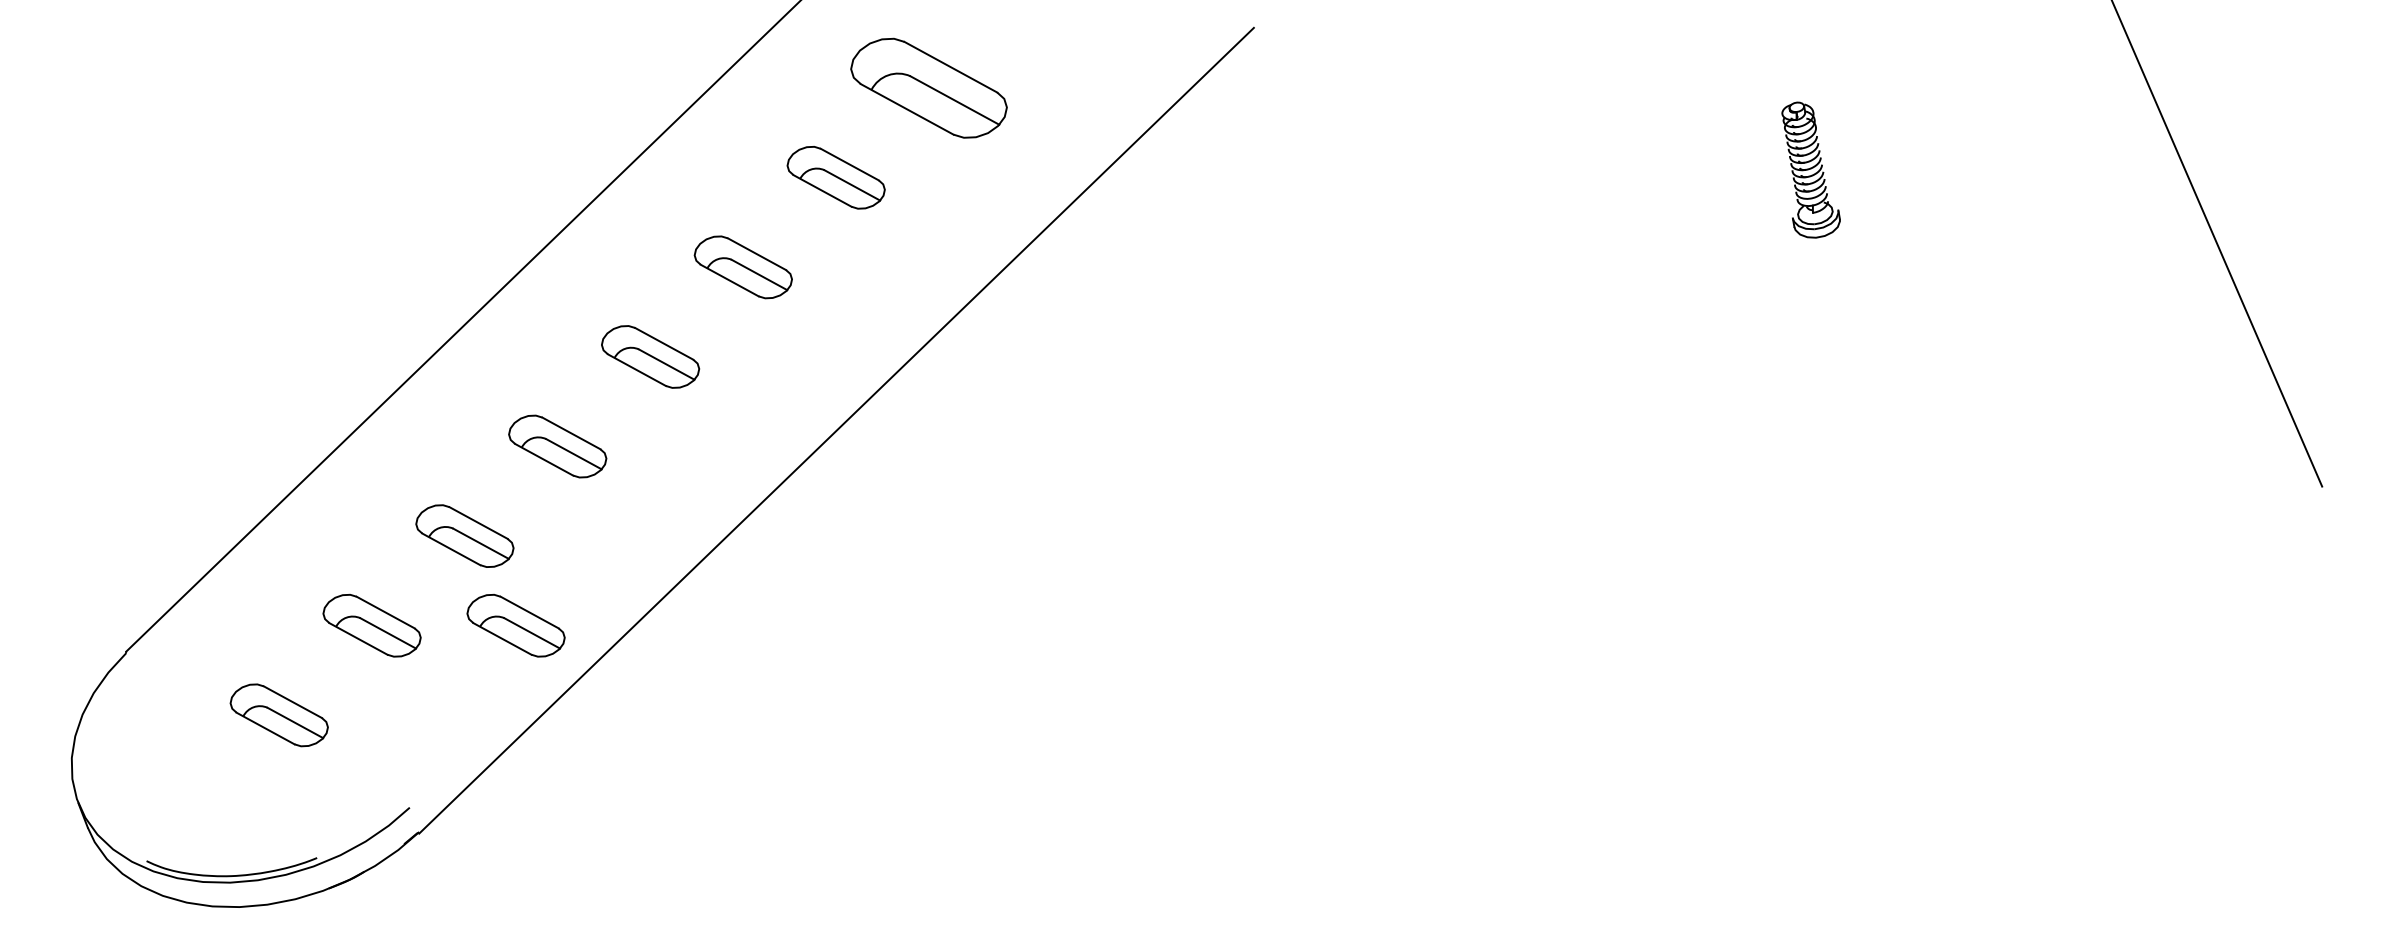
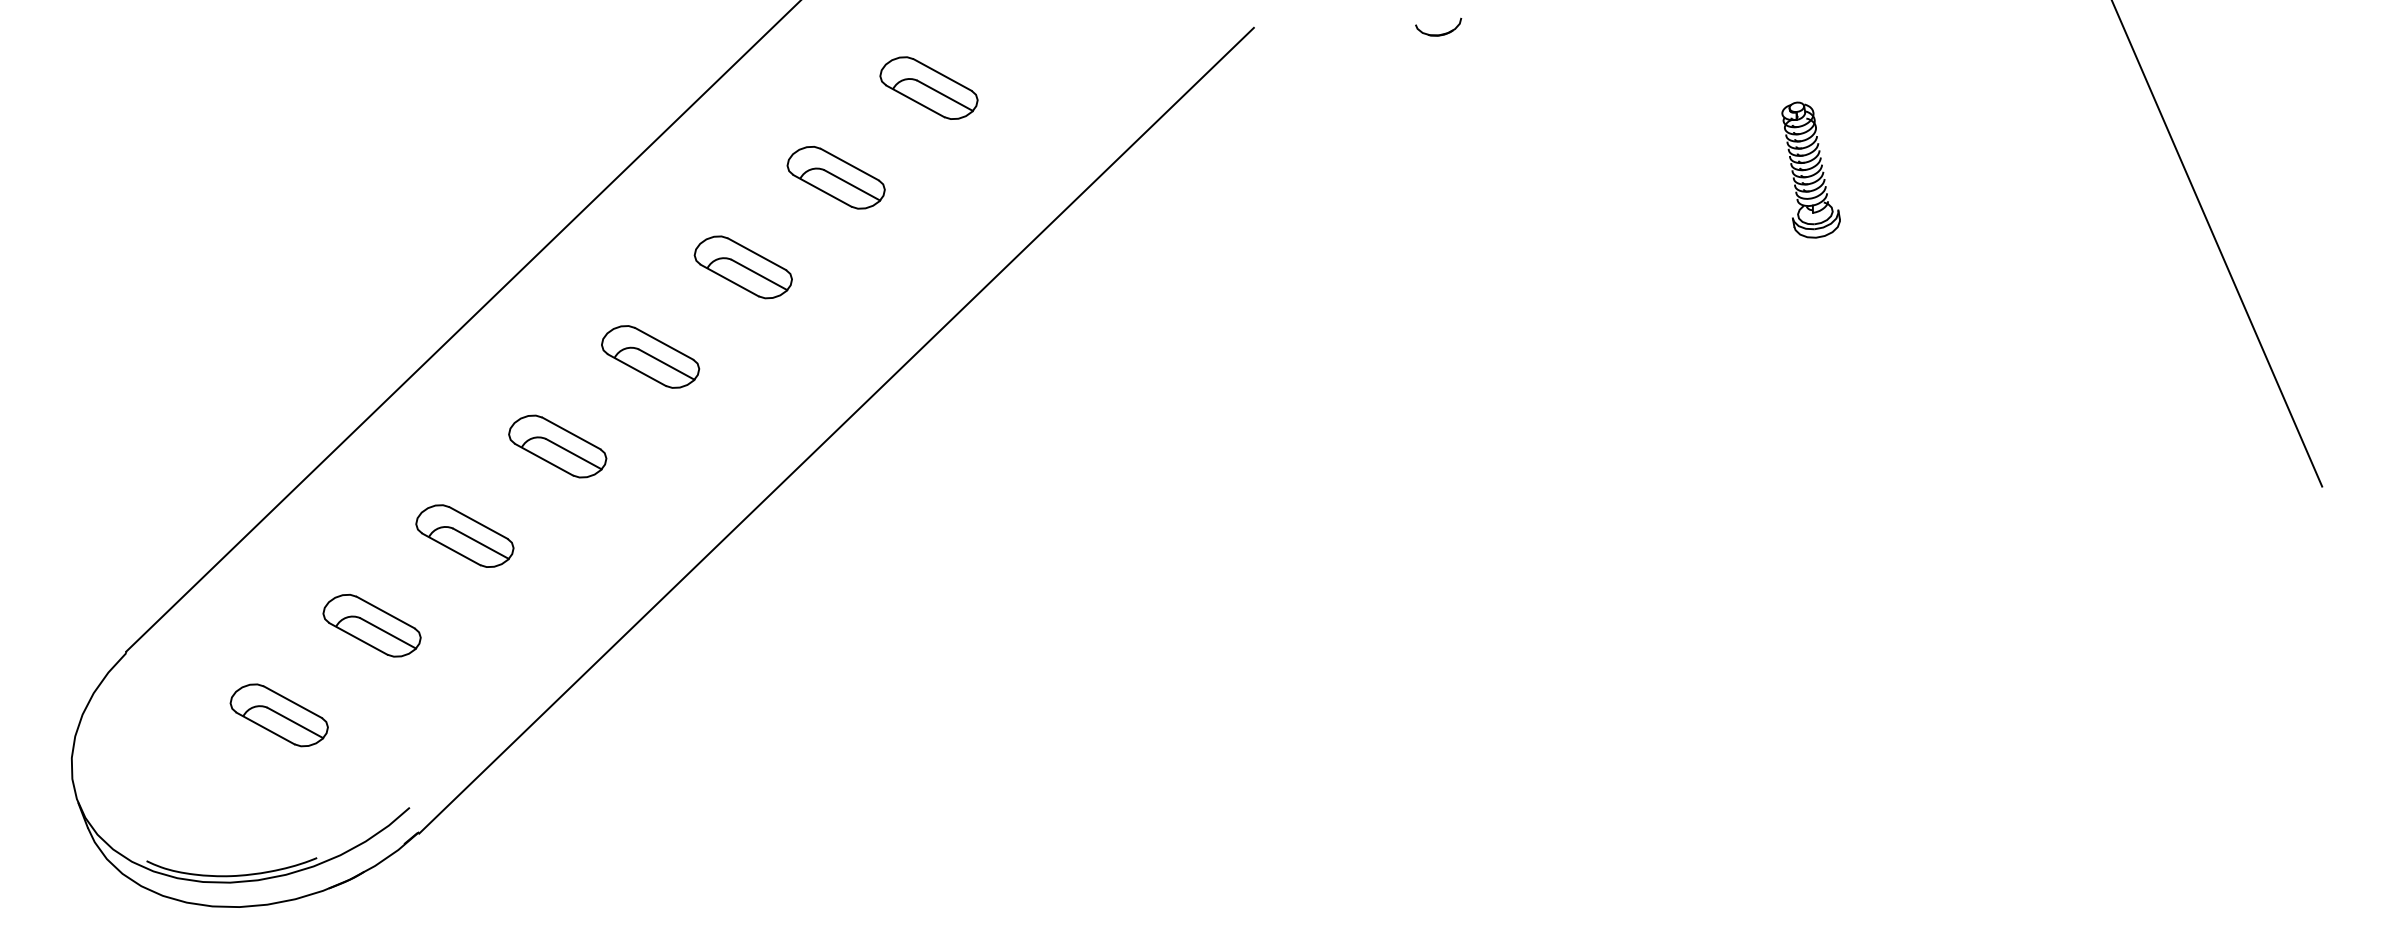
part at (1441, 33): none -> present
part at (928, 87) size: 158x102 px -> 100x64 px
part at (515, 625): present -> none
